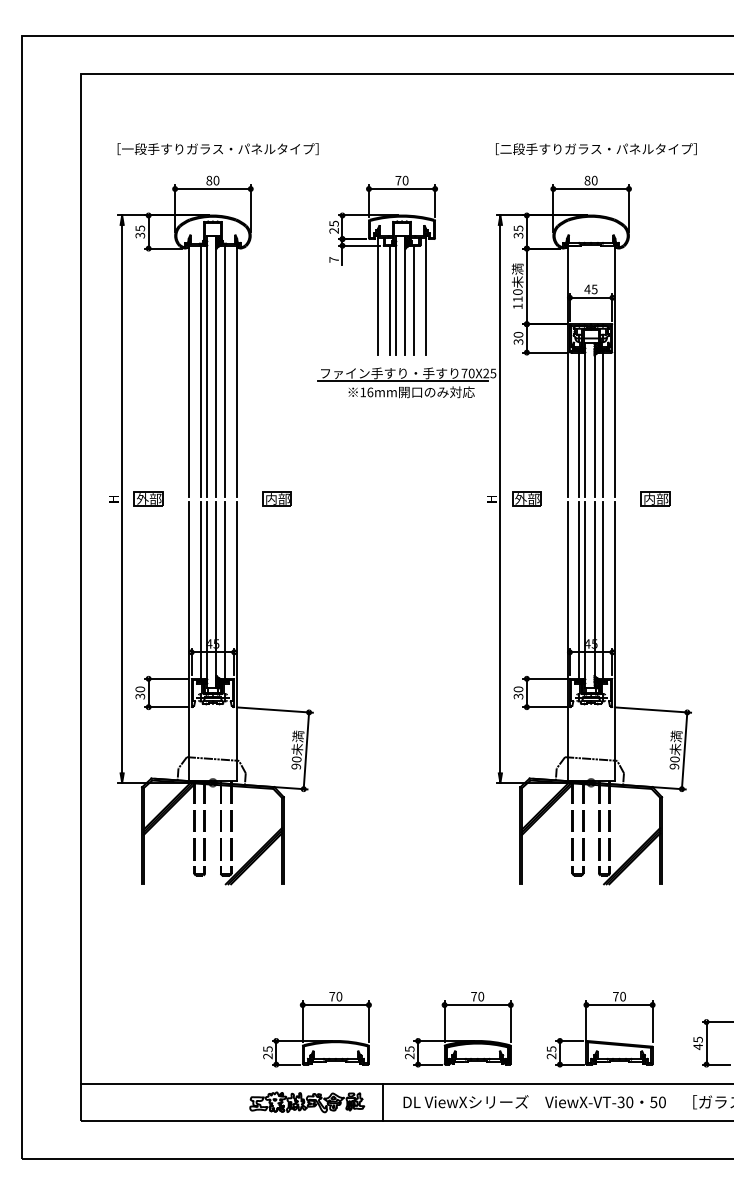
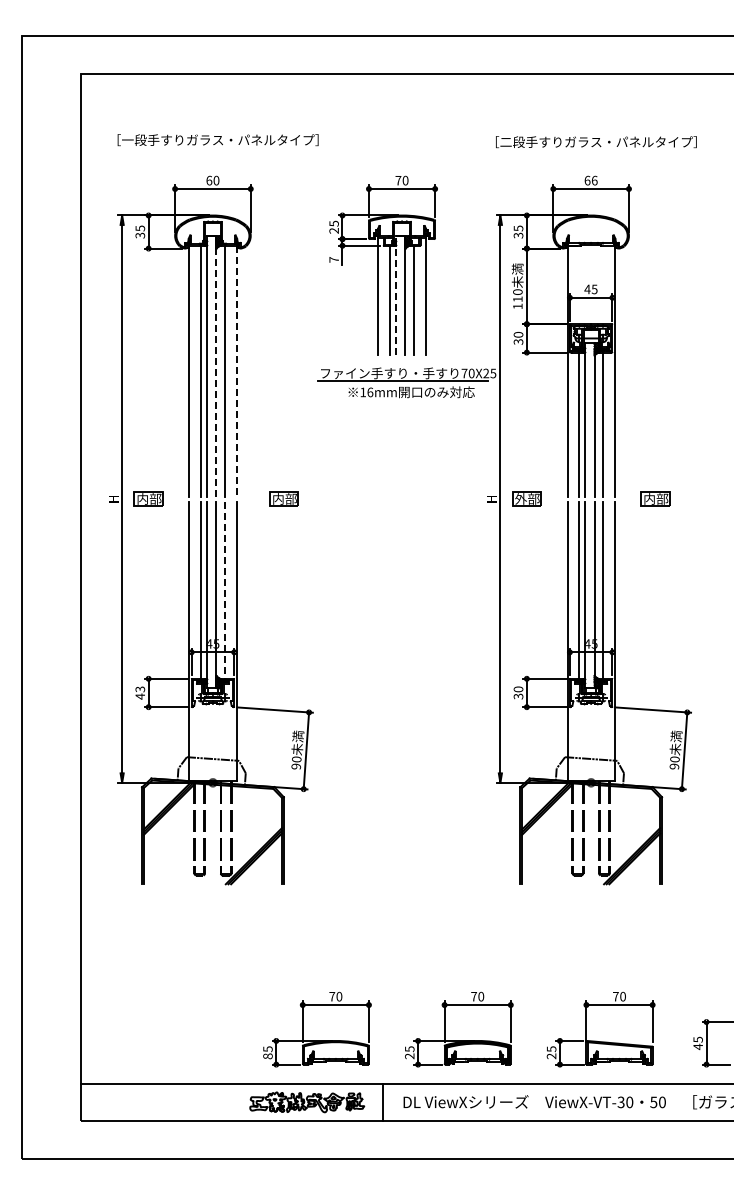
text at (217, 149) position: (217, 149) -> (217, 140)
text at (596, 149) position: (596, 149) -> (596, 142)
text at (209, 180): 80 -> 60
text at (590, 180): 80 -> 66
line at (396, 295): solid -> dashed
line at (216, 366): solid -> dashed
line at (236, 371): solid -> dashed
text at (142, 498): 外部 -> 内部
part at (276, 498) position: (276, 498) -> (283, 498)
line at (225, 590): solid -> dashed
text at (140, 692): 30 -> 43
text at (267, 1056): 25 -> 85
